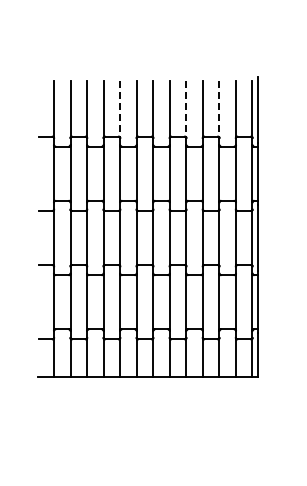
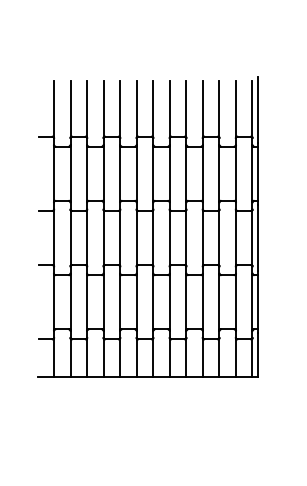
line at (120, 110): dashed -> solid
line at (186, 110): dashed -> solid
line at (219, 110): dashed -> solid
